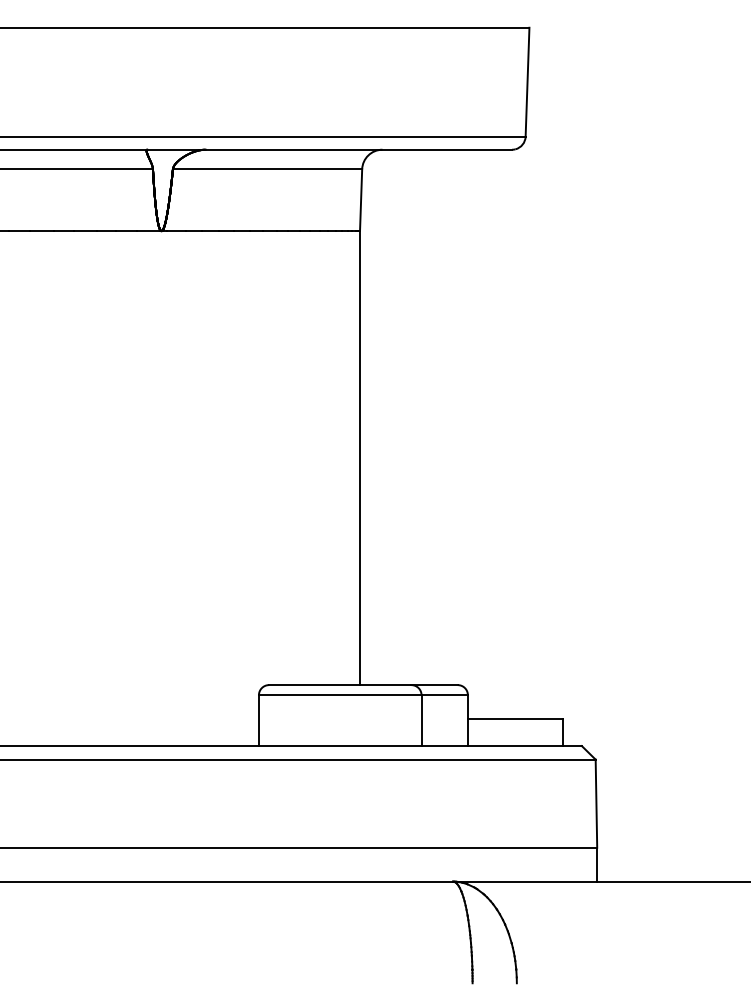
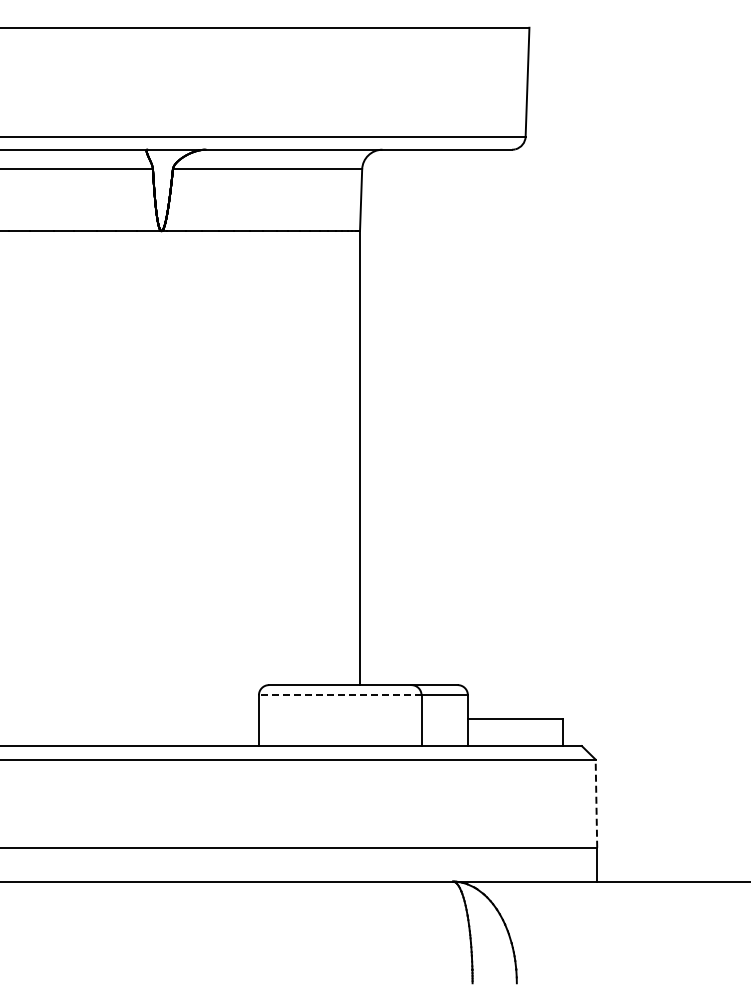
line at (339, 695): solid -> dashed
line at (596, 803): solid -> dashed
